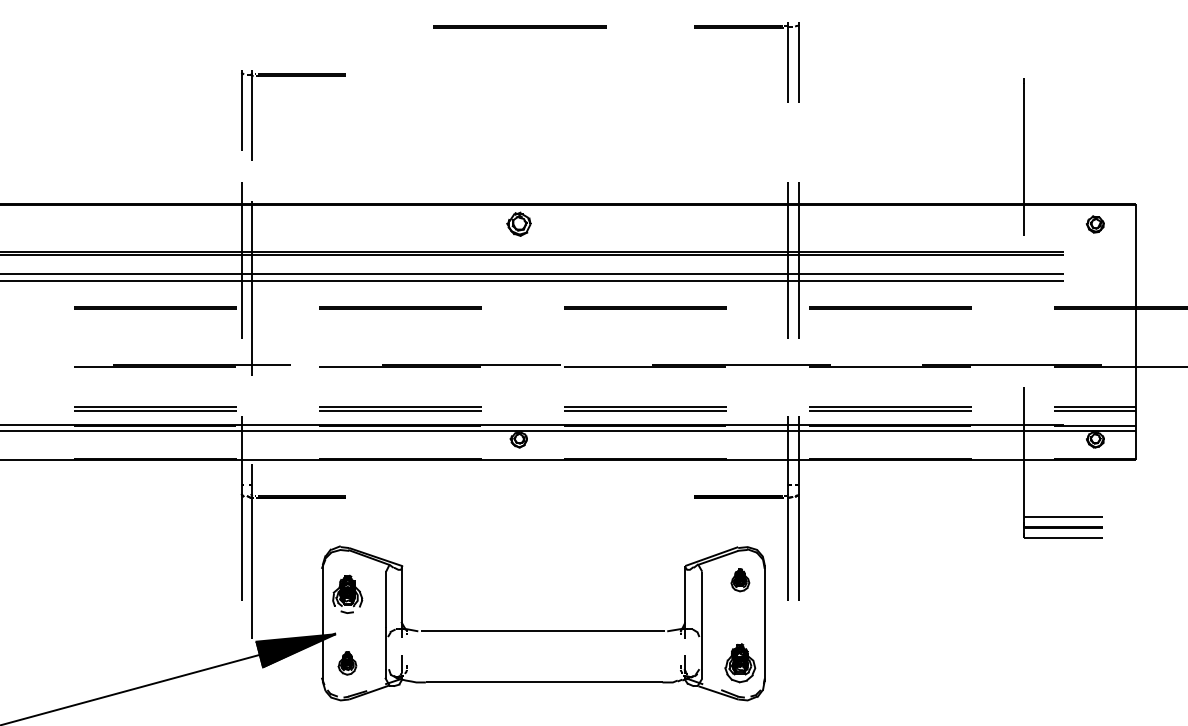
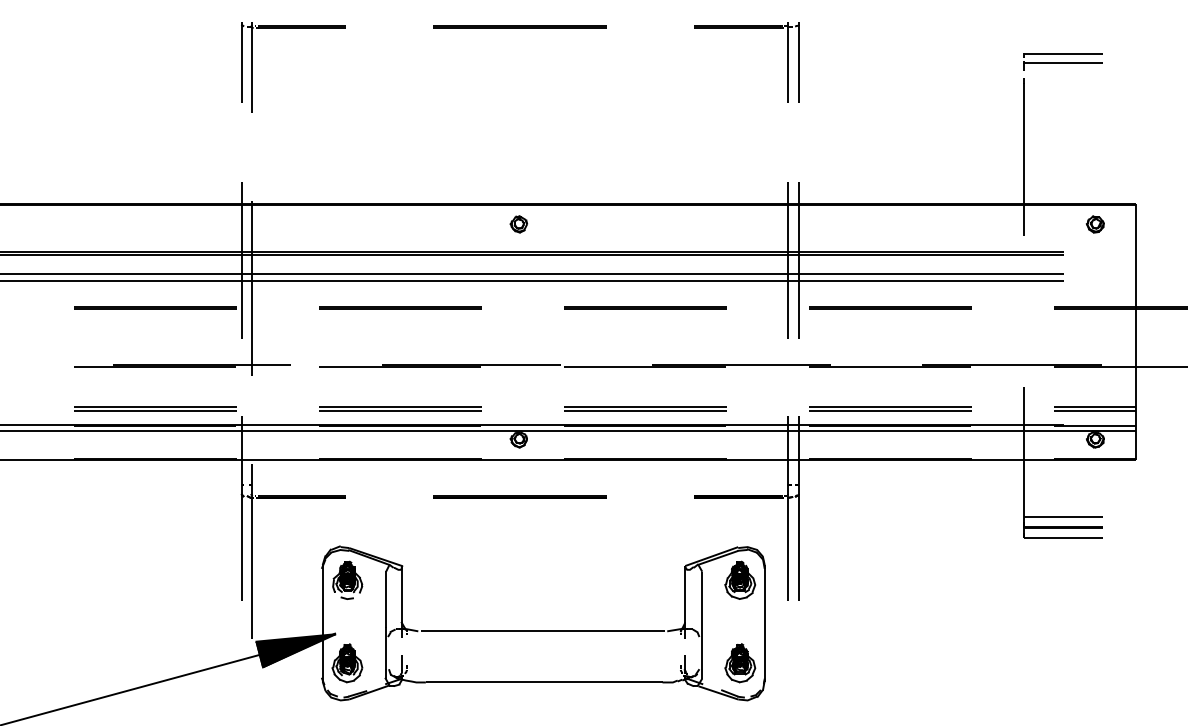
part at (1062, 61): none -> present
part at (293, 76) position: (293, 76) -> (293, 28)
part at (518, 223) size: 26x26 px -> 19x19 px
line at (519, 496): none -> present
part at (740, 580) size: 21x25 px -> 33x40 px
part at (347, 593) position: (347, 593) -> (347, 579)
part at (347, 663) size: 21x25 px -> 33x41 px
